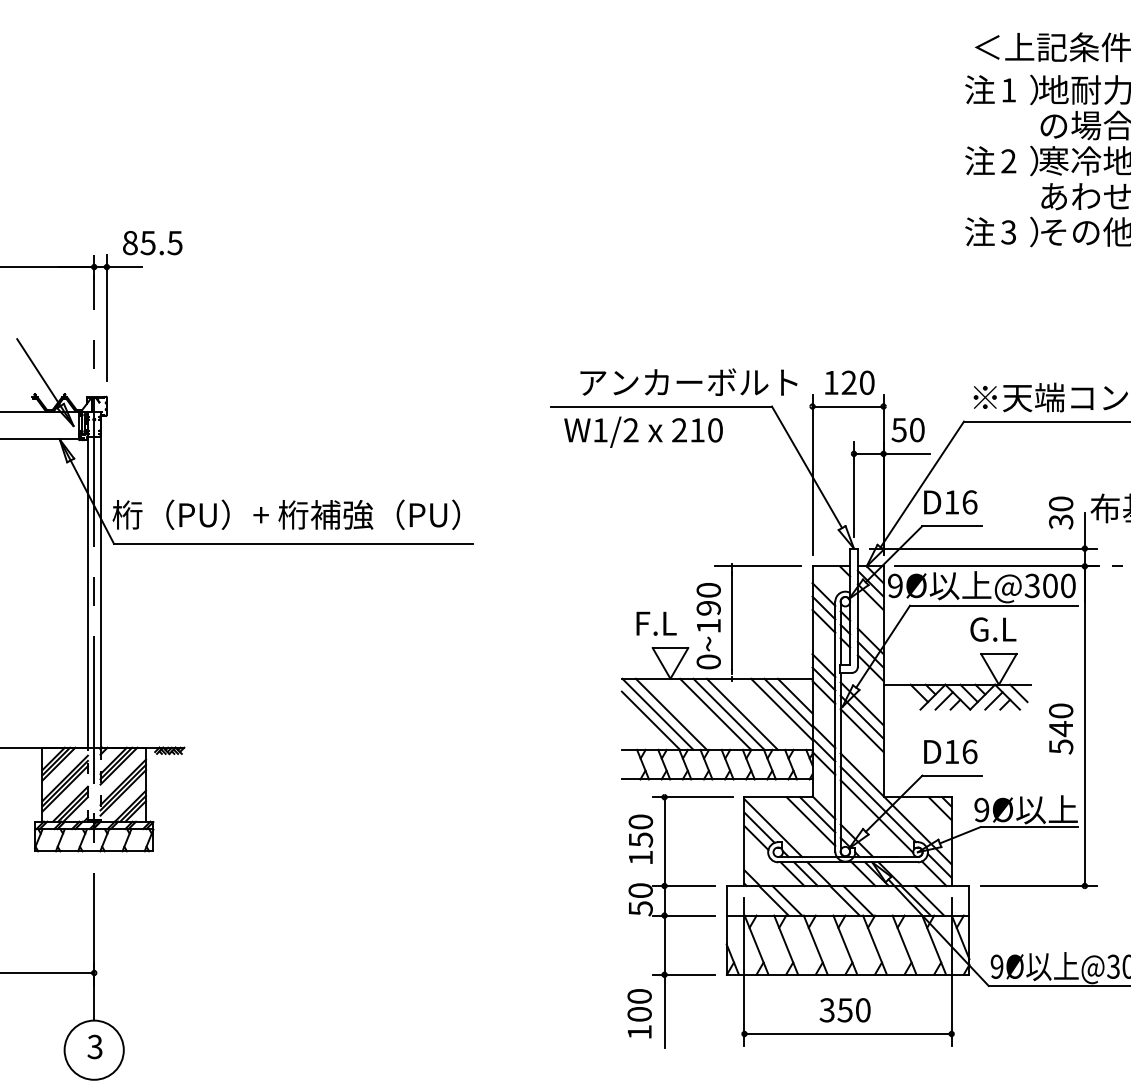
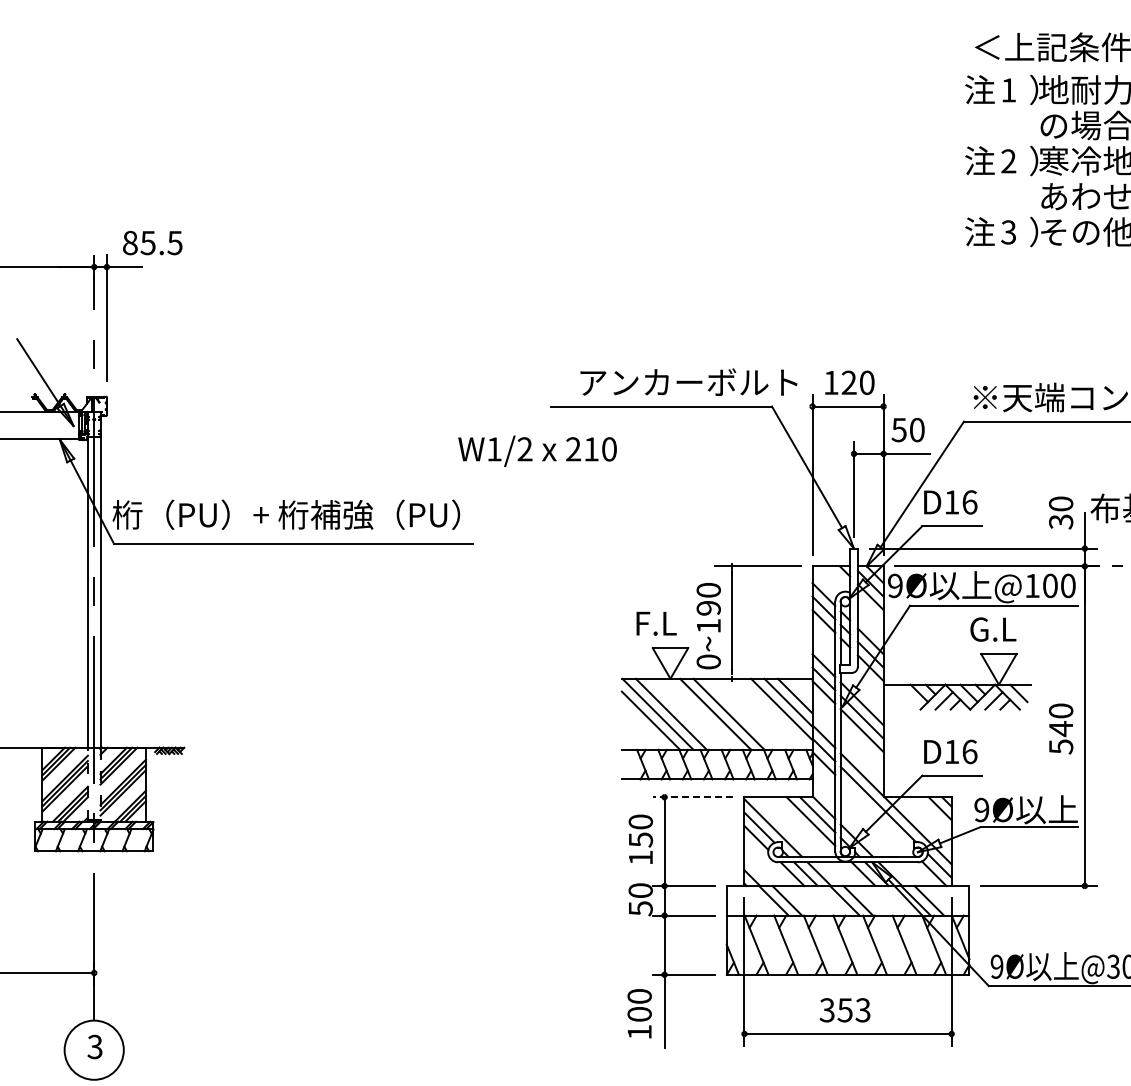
text at (643, 431) position: (643, 431) -> (537, 450)
text at (1031, 585): @300 -> @100
line at (741, 713): present -> none
line at (692, 797): solid -> dashed
line at (876, 816): present -> none
text at (862, 1010): 350 -> 353
